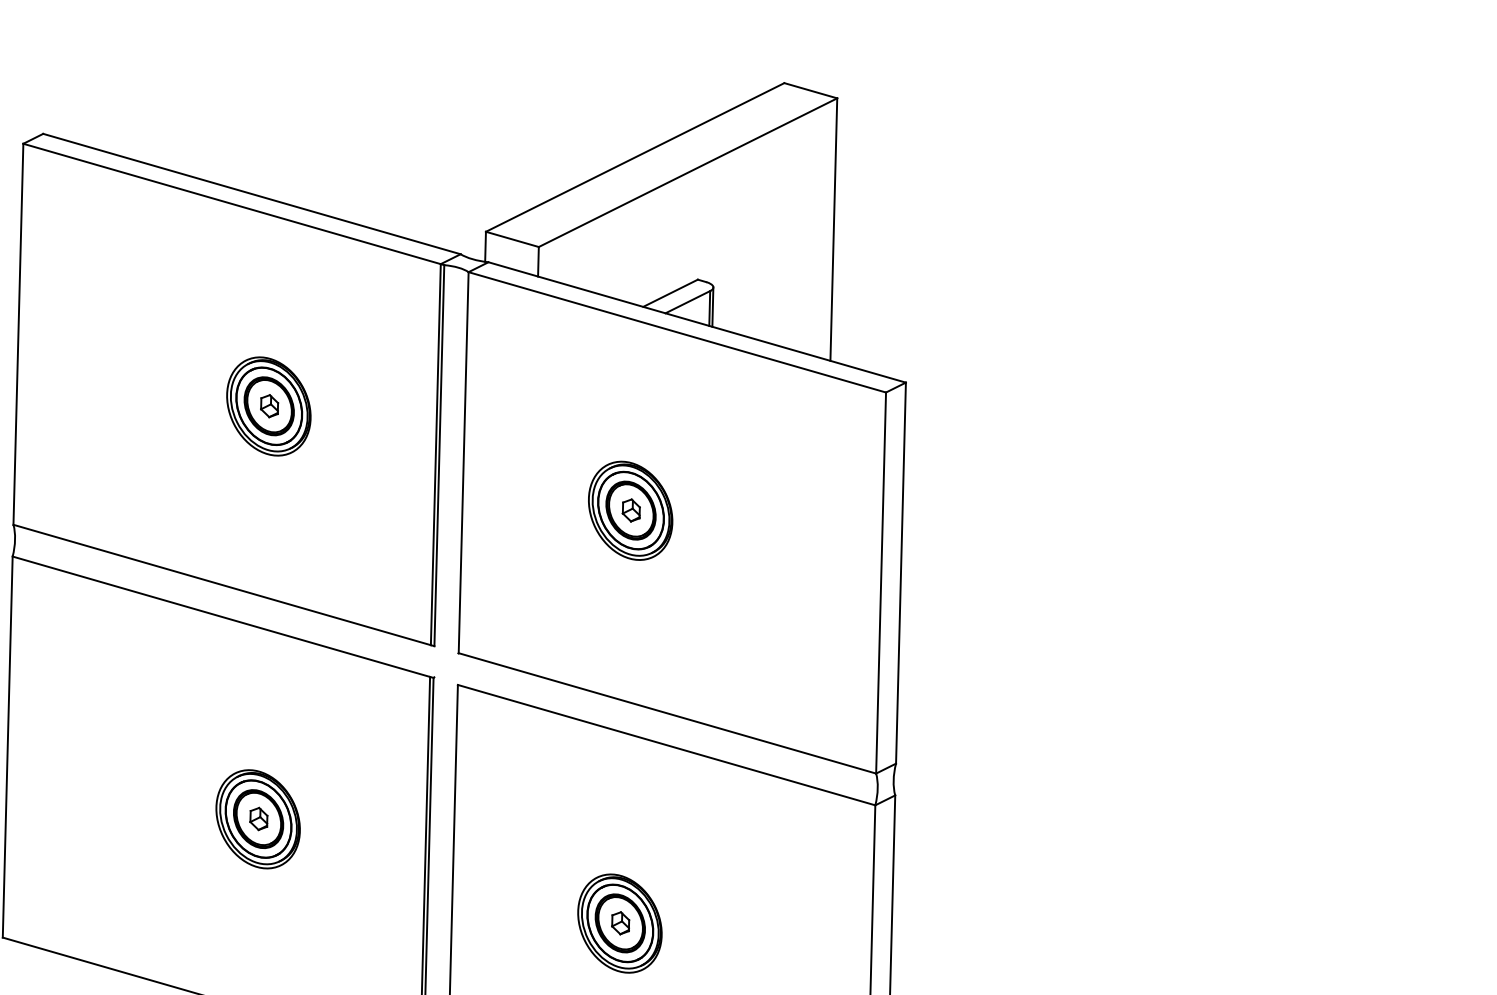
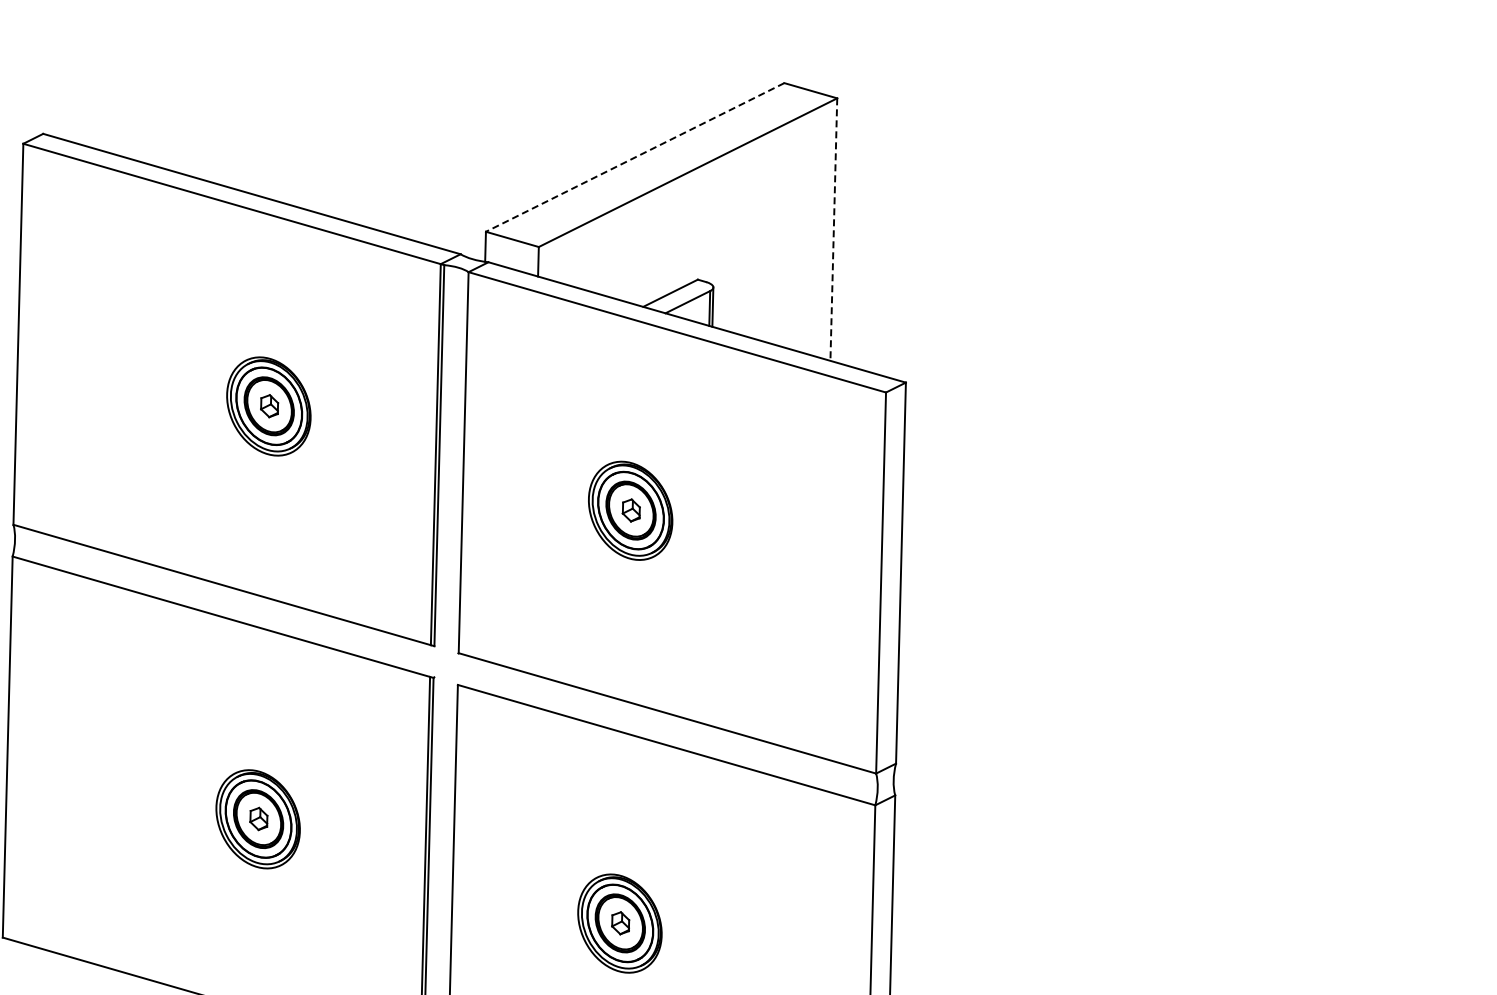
line at (635, 157): solid -> dashed
line at (833, 230): solid -> dashed
